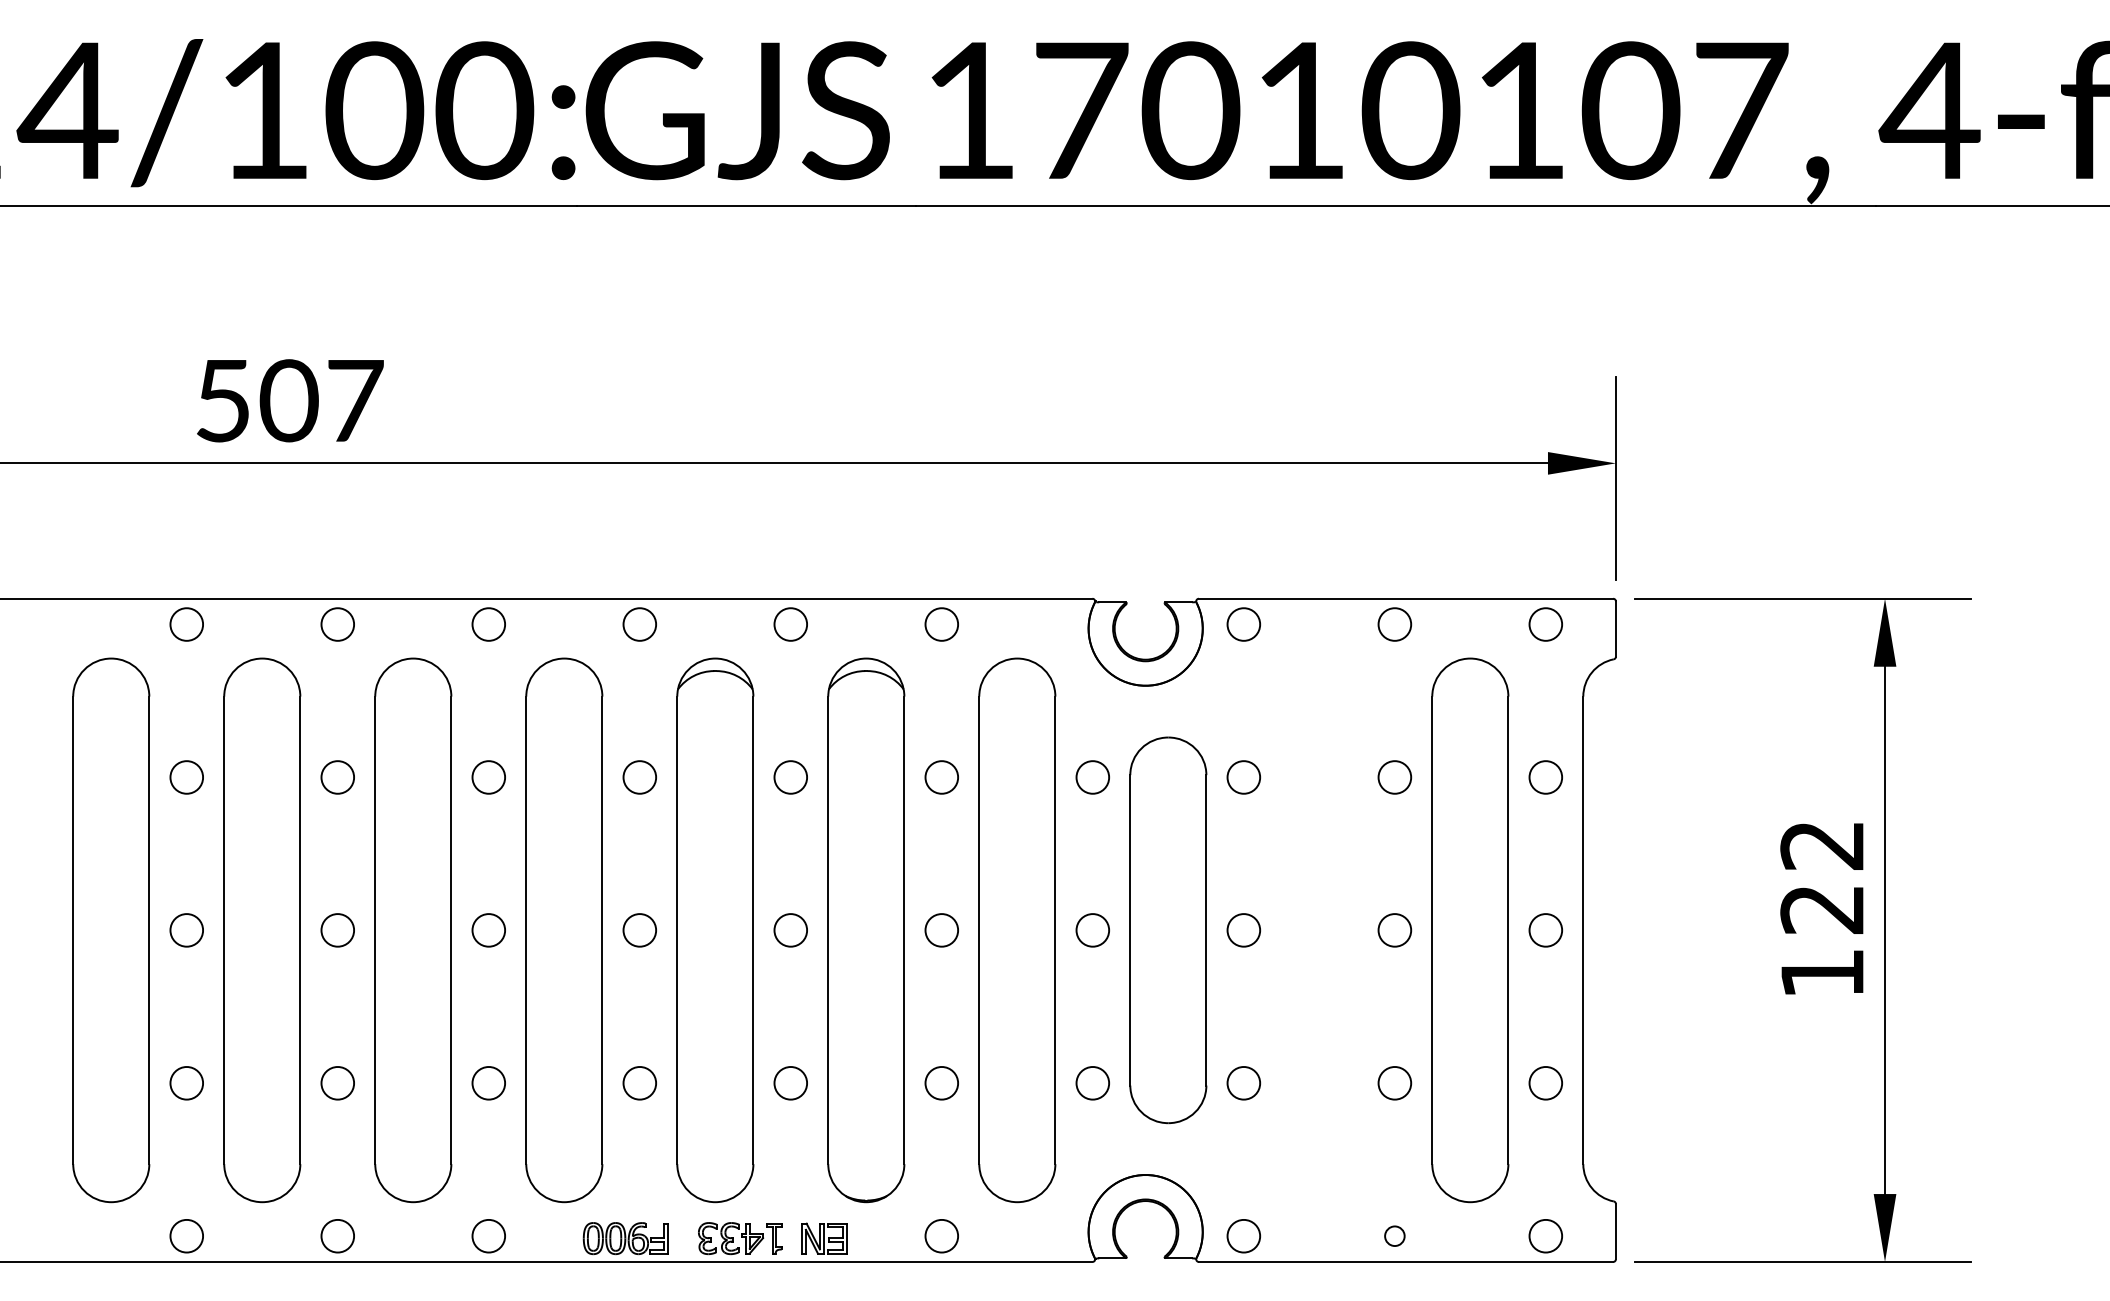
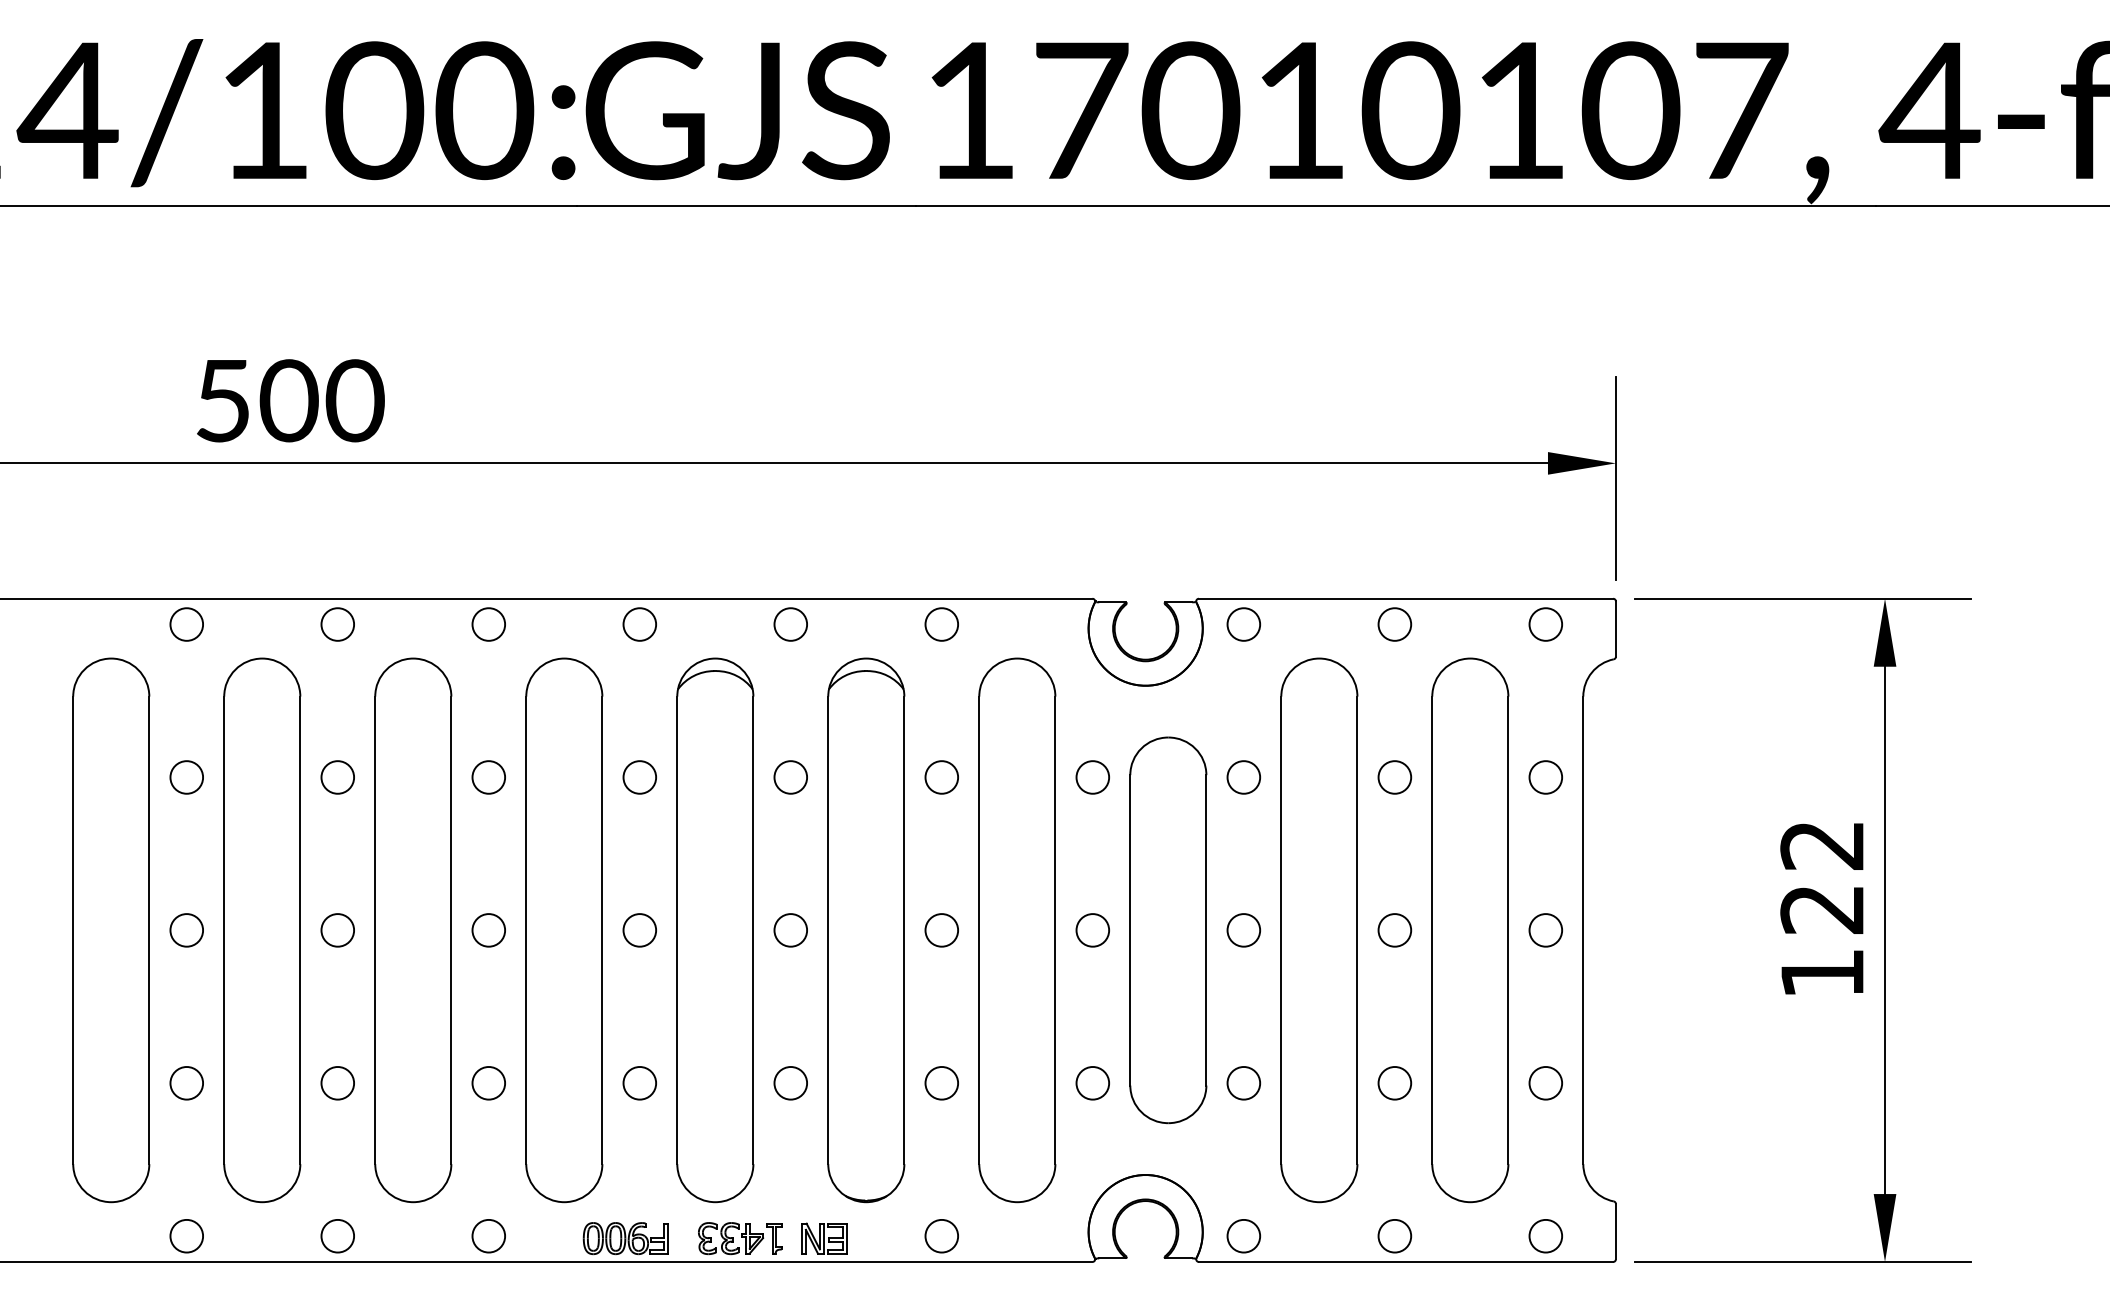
text at (354, 400): 507 -> 500
part at (1319, 930): none -> present
circle at (1394, 1236) diameter: 20 px -> 33 px
